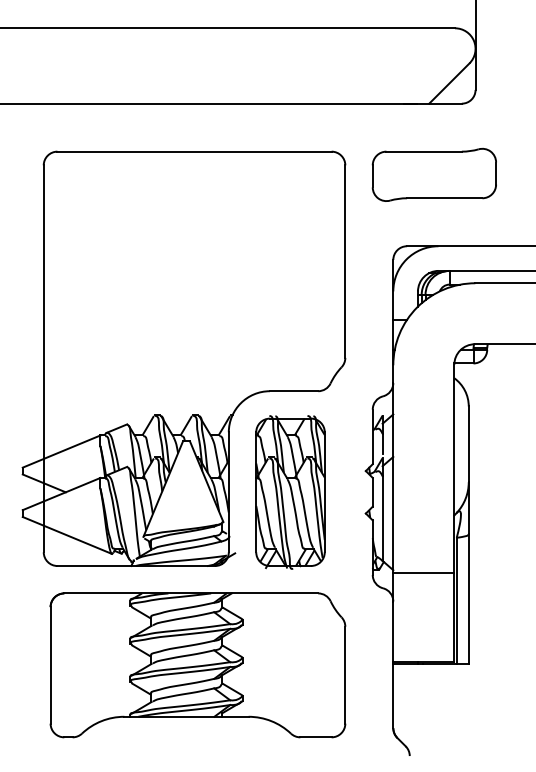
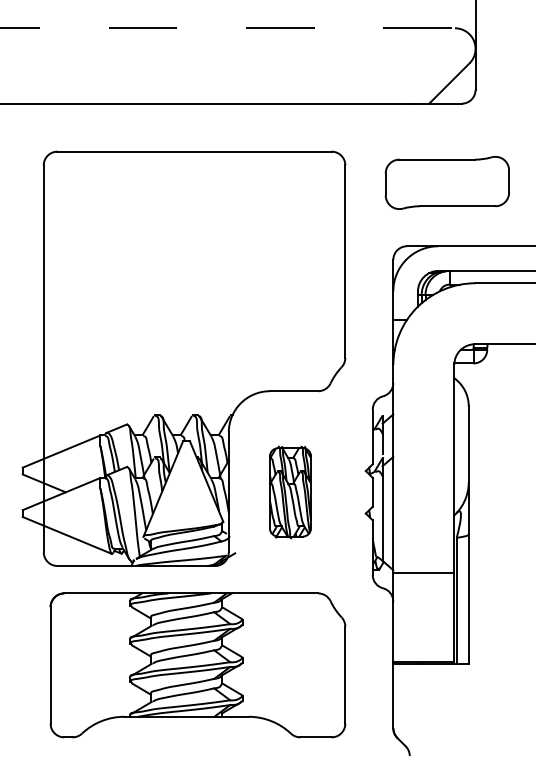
line at (228, 28): solid -> dashed
part at (433, 174) position: (433, 174) -> (446, 182)
part at (290, 492) size: 71x155 px -> 43x95 px
